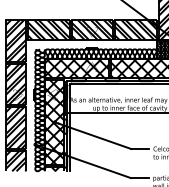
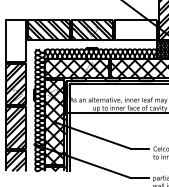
hatch at (135, 30): present -> none
hatch at (16, 40): present -> none
